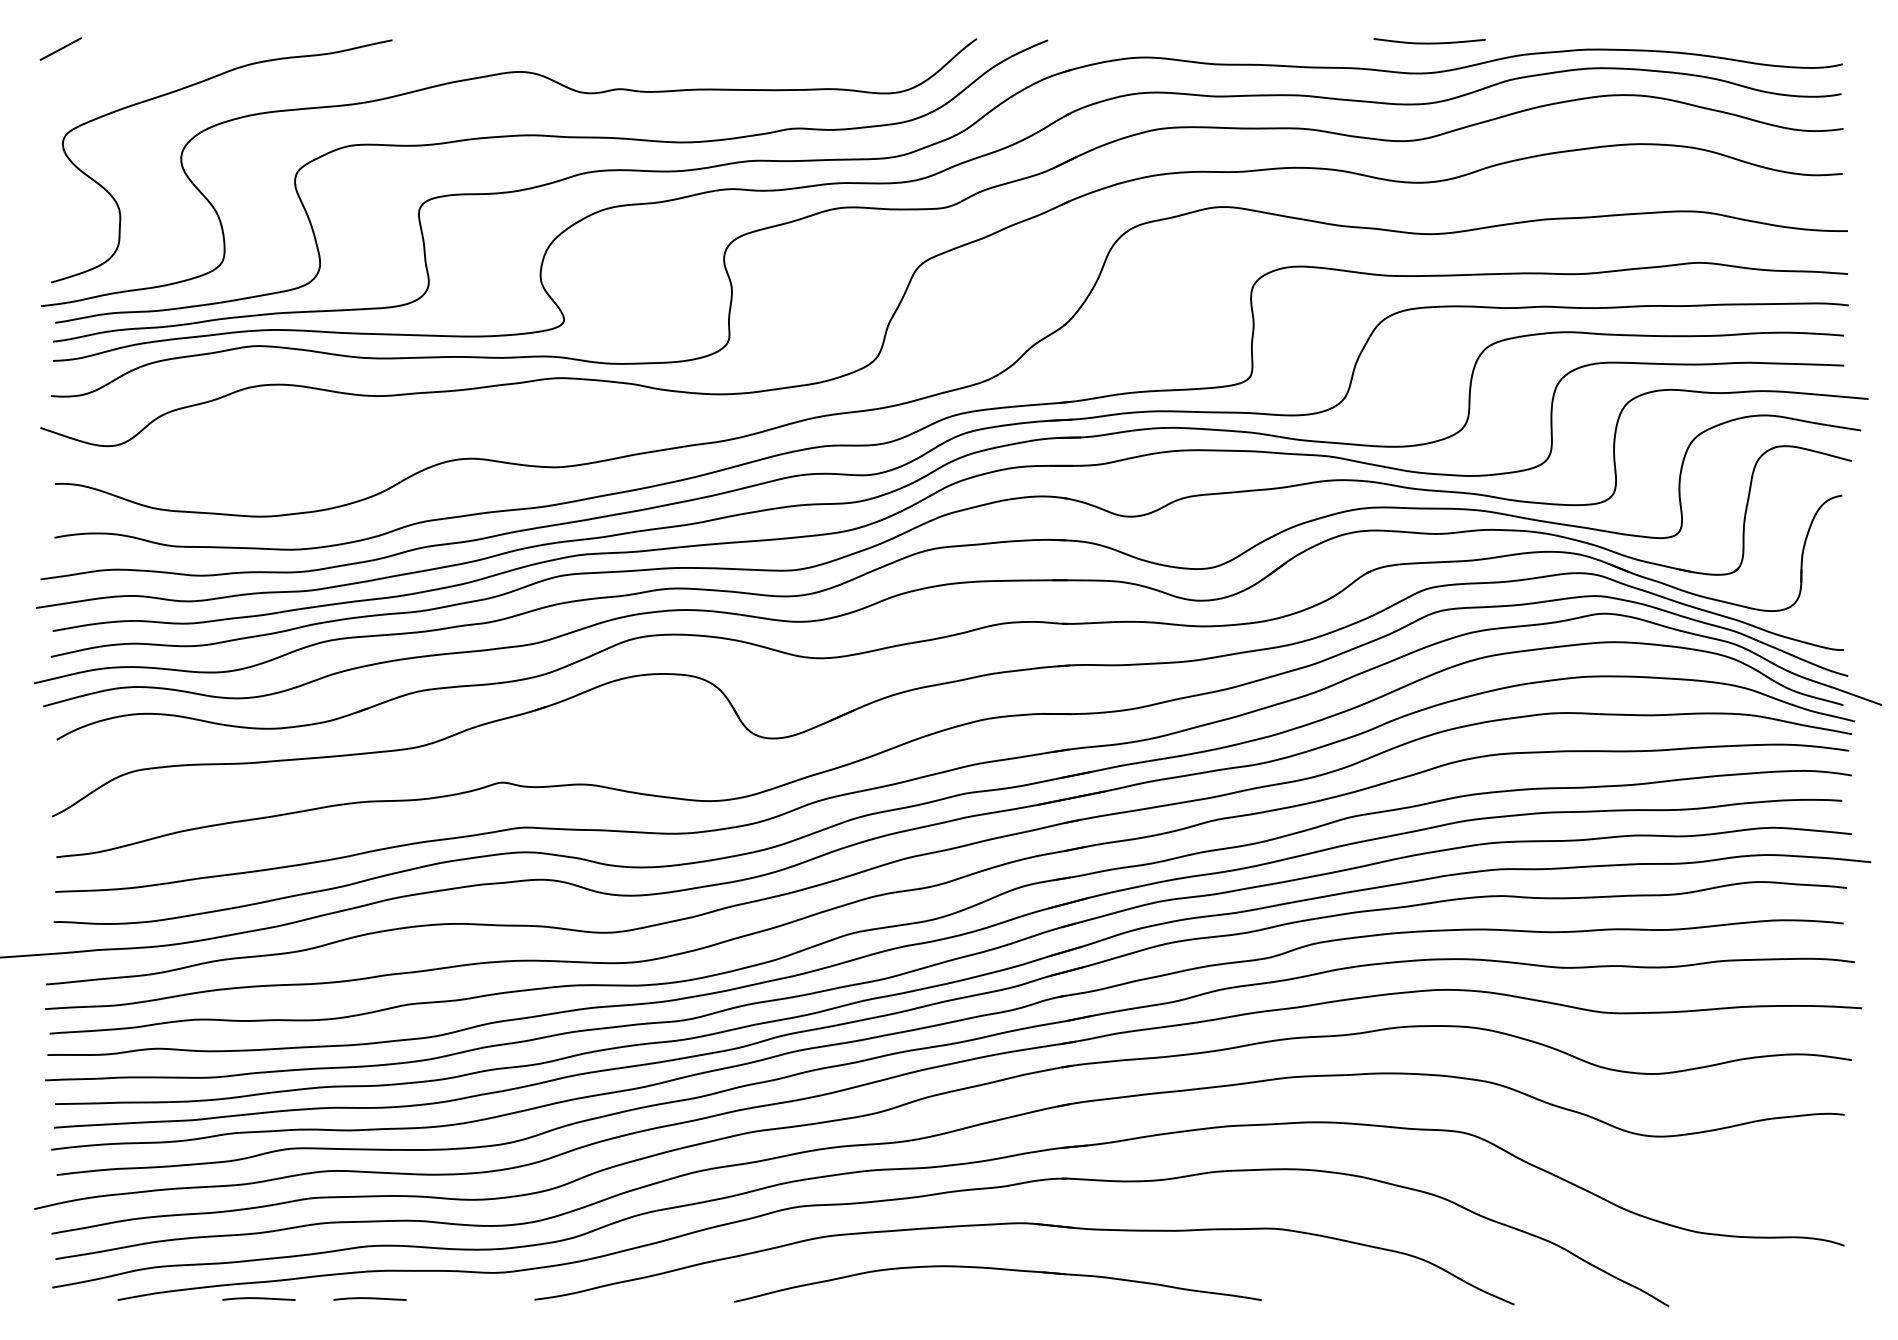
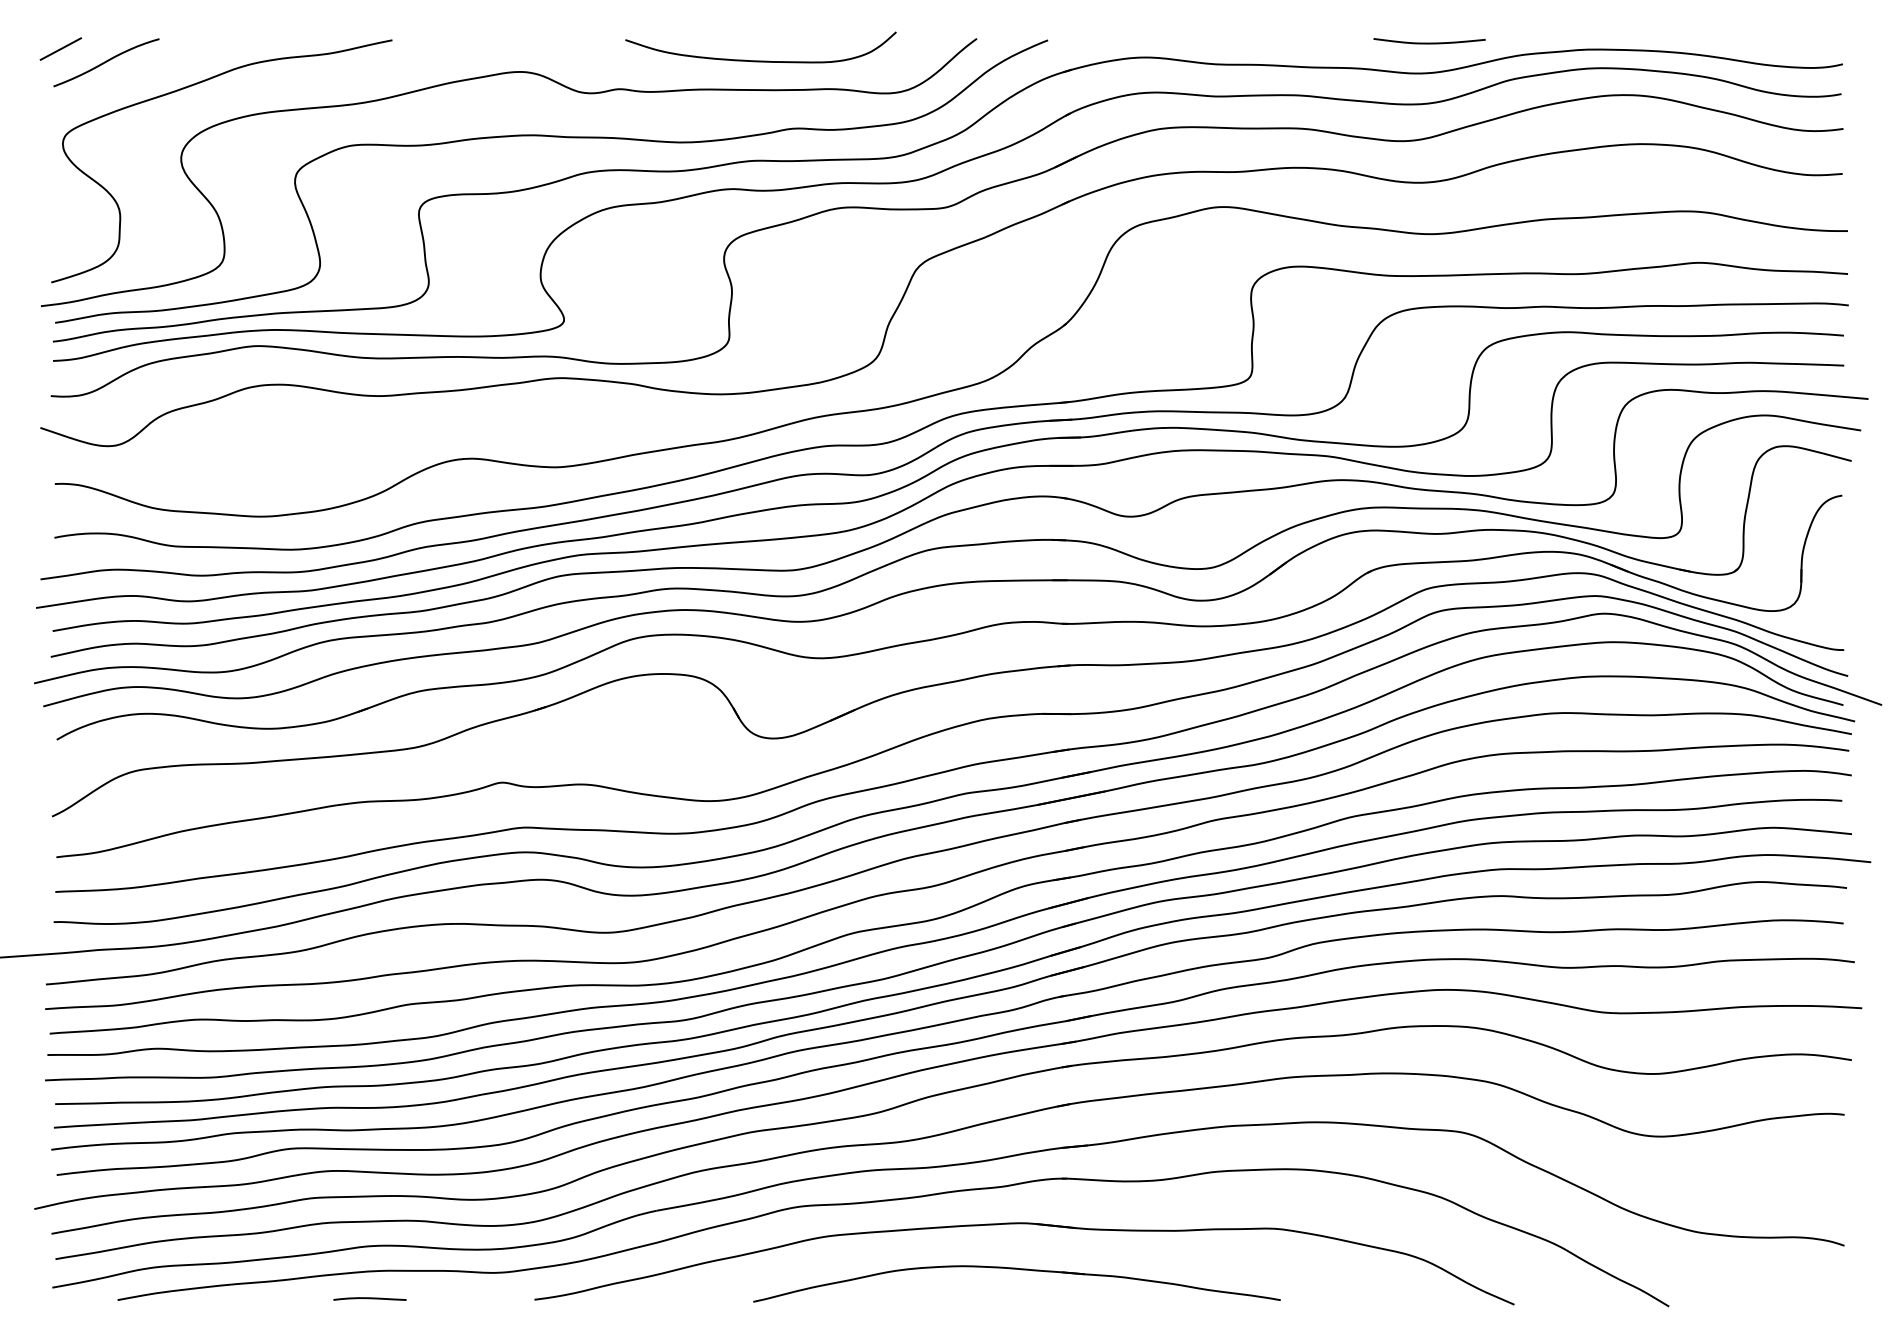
curve at (760, 60): none -> present
curve at (106, 62): none -> present
part at (1002, 1270) position: (1002, 1270) -> (1021, 1270)
curve at (258, 1298): present -> none
